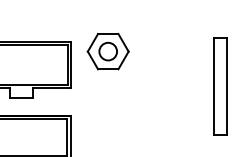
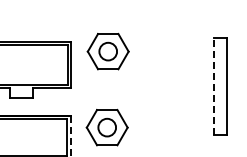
line at (213, 86): solid -> dashed
part at (106, 127): none -> present
line at (71, 136): solid -> dashed
